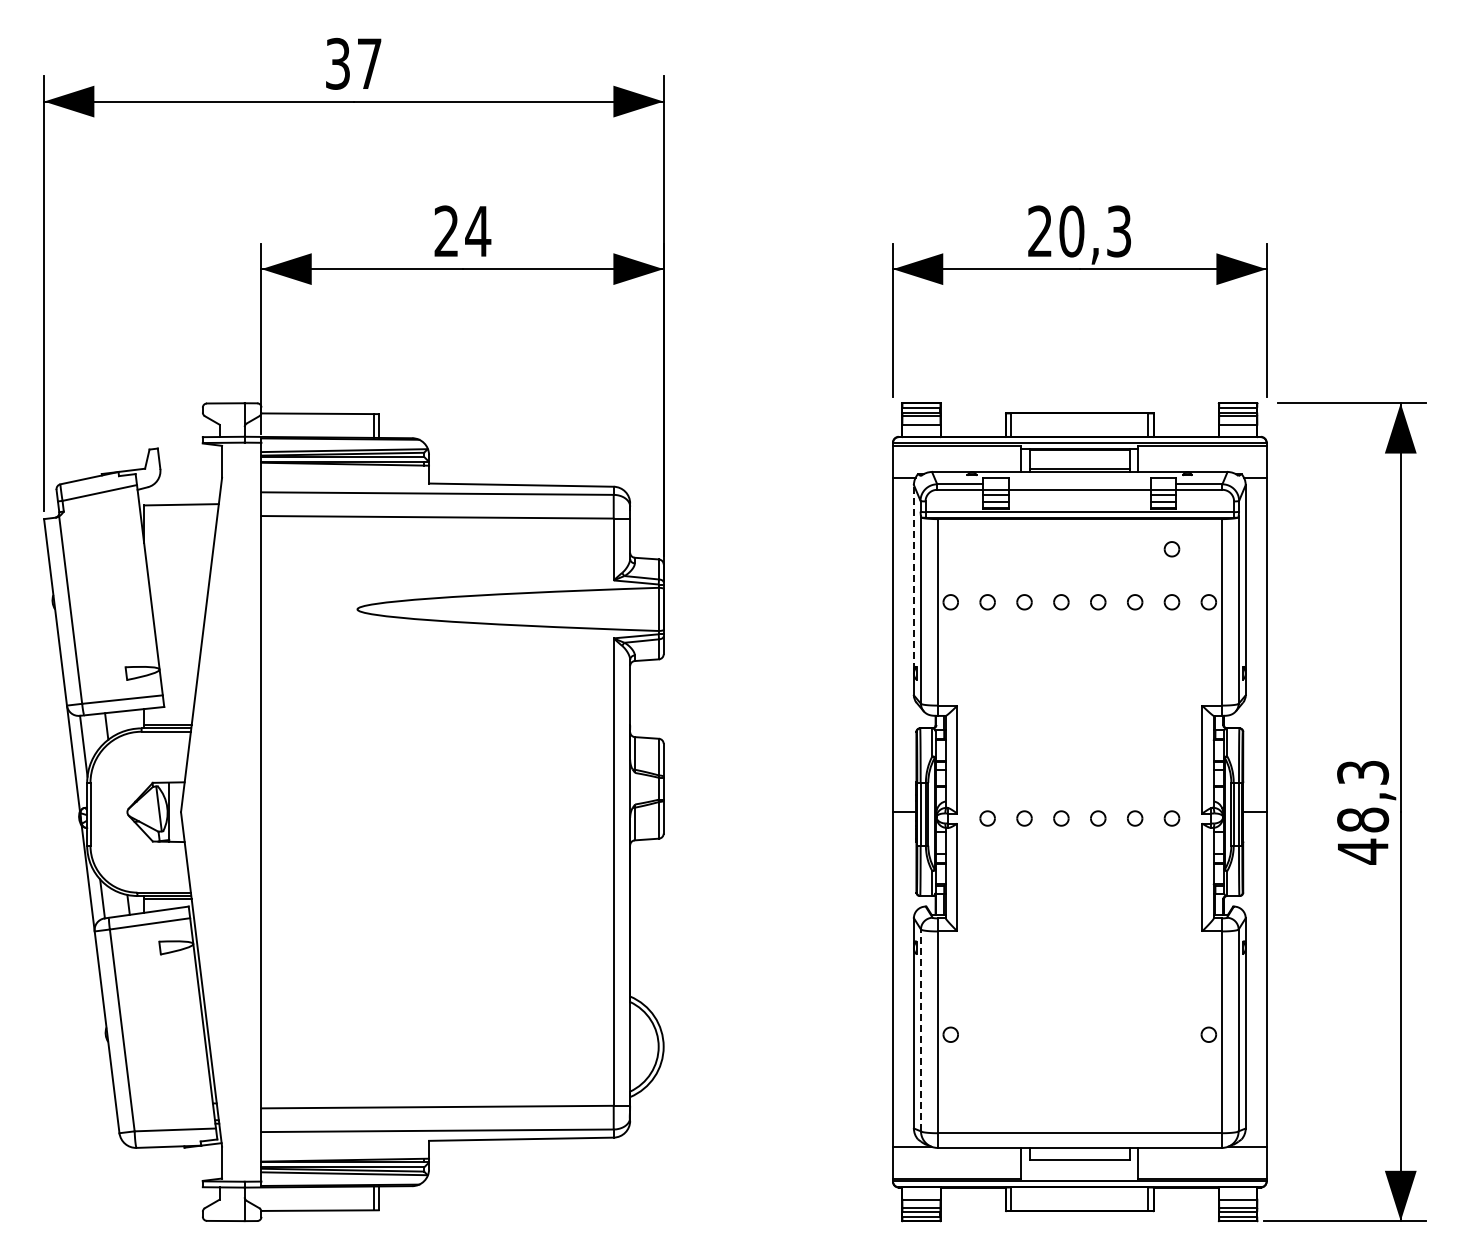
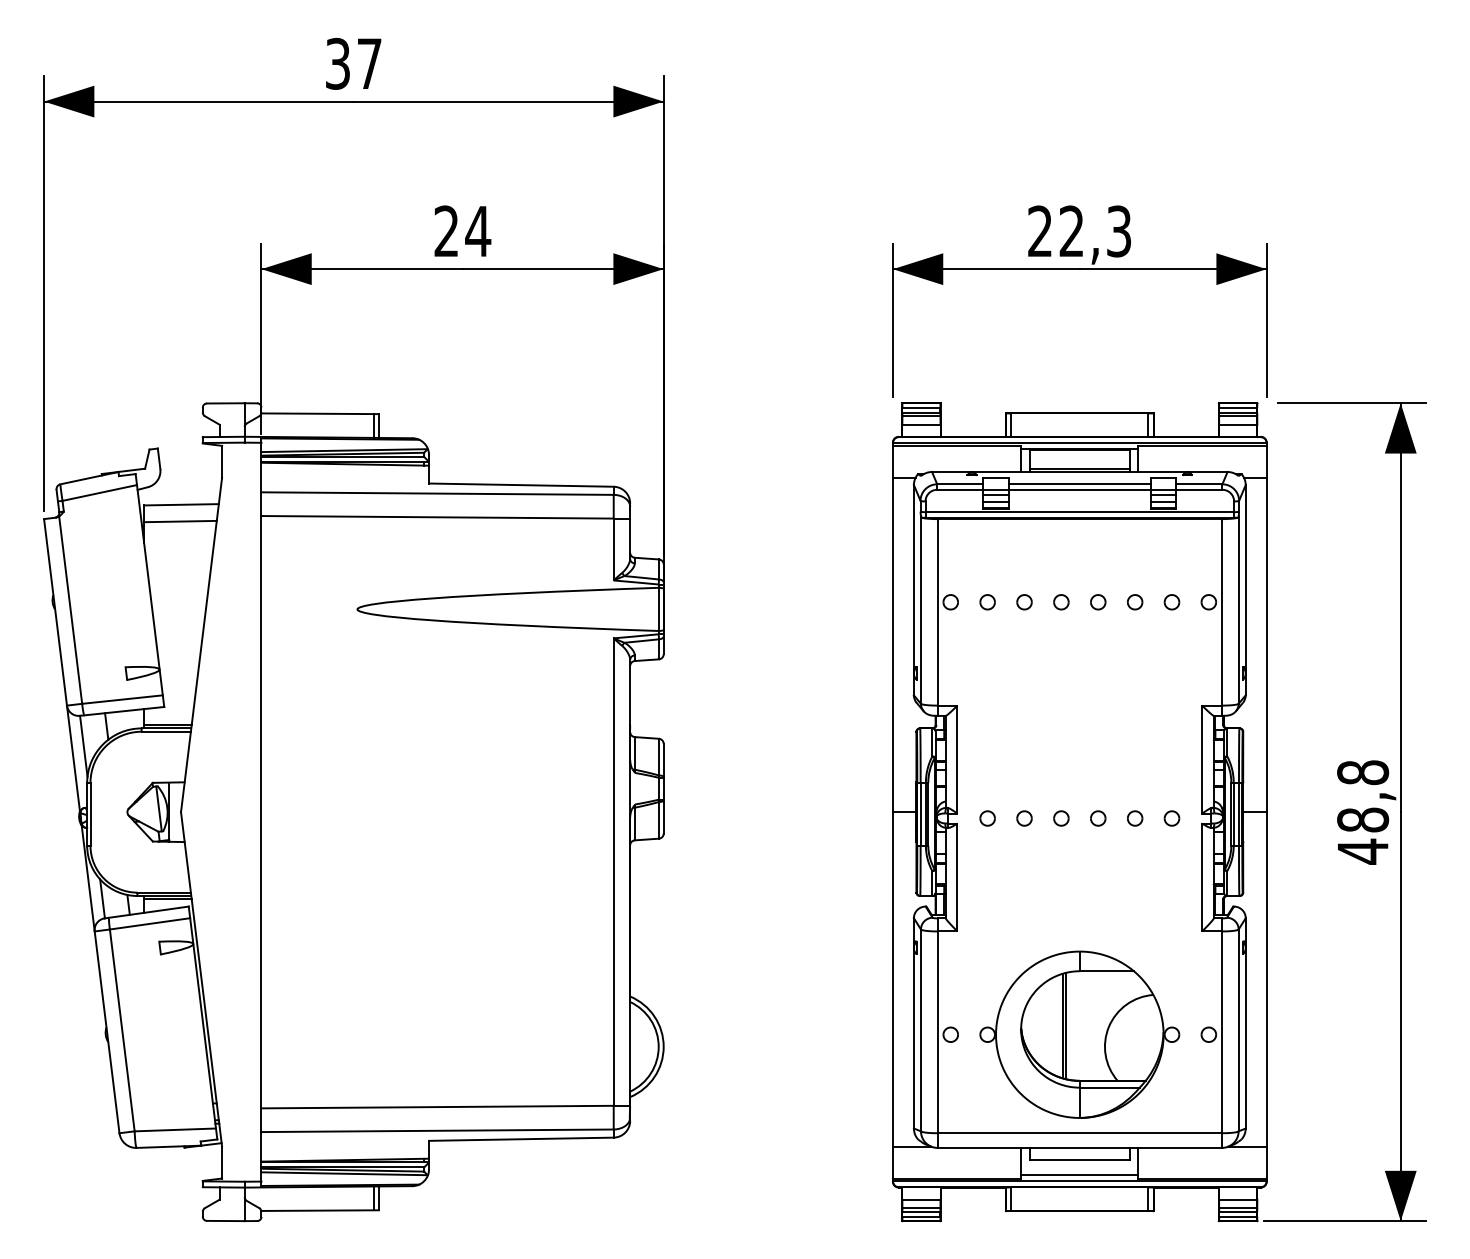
text at (1071, 231): 20,3 -> 22,3
line at (1079, 484): none -> present
line at (180, 521): none -> present
part at (1171, 549): present -> none
line at (913, 576): dashed -> solid
text at (1363, 772): 48,3 -> 48,8
line at (921, 1030): dashed -> solid
part at (1079, 1034): none -> present
line at (1079, 1175): none -> present
